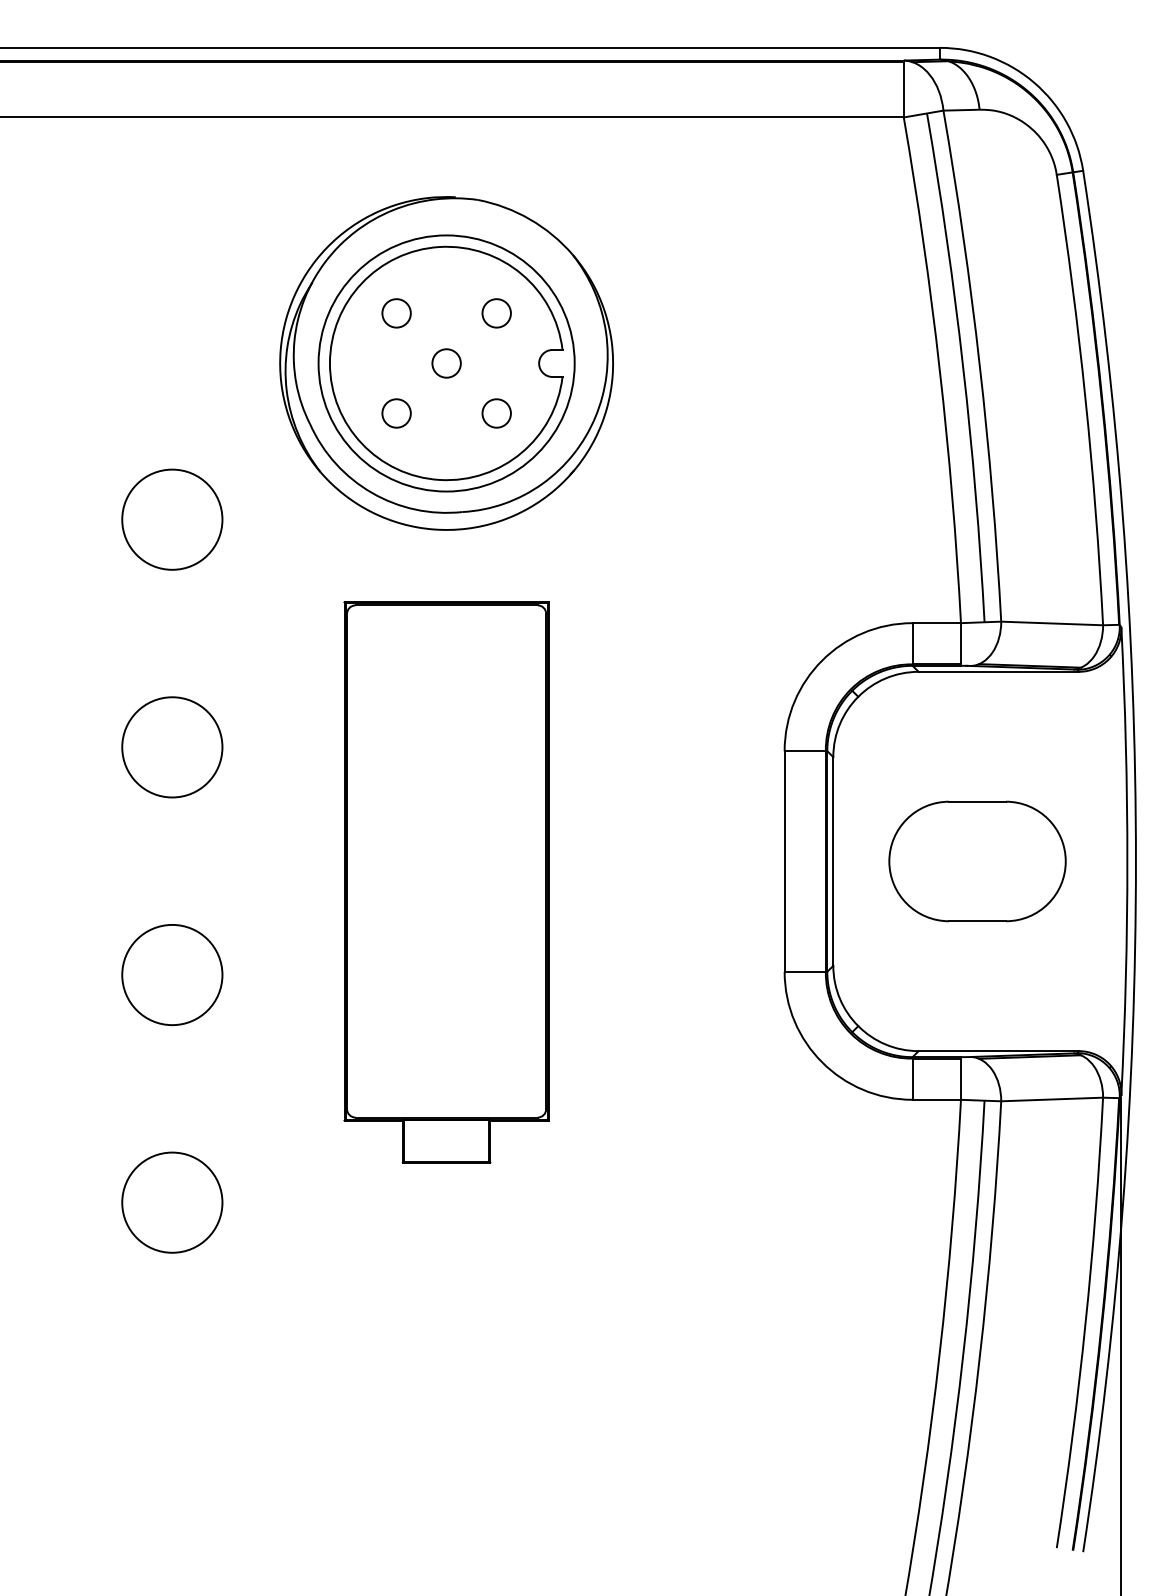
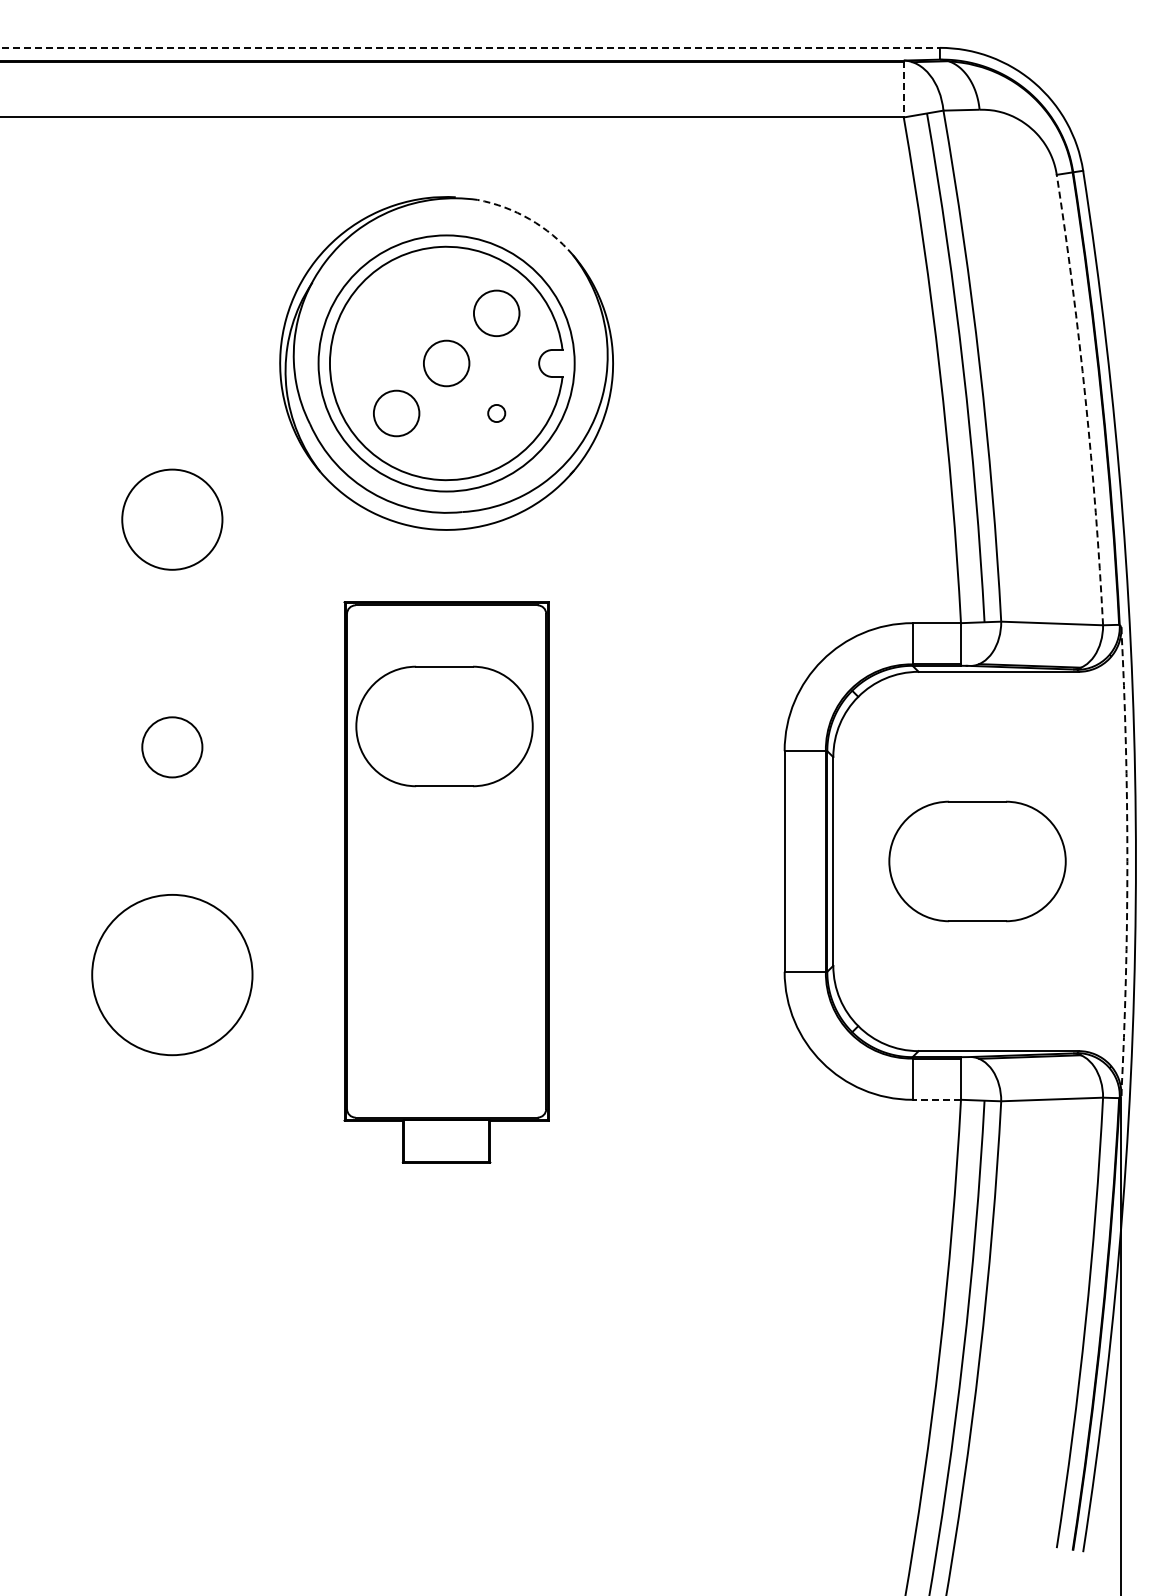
line at (469, 47): solid -> dashed
line at (903, 89): solid -> dashed
arc at (529, 219): solid -> dashed
circle at (396, 313): present -> none
circle at (496, 313) diameter: 28 px -> 46 px
circle at (446, 363) diameter: 28 px -> 46 px
arc at (1085, 399): solid -> dashed
circle at (396, 413) diameter: 28 px -> 46 px
circle at (496, 413) diameter: 28 px -> 17 px
part at (444, 726): none -> present
circle at (172, 747) diameter: 100 px -> 60 px
arc at (1127, 861): solid -> dashed
circle at (172, 974) diameter: 100 px -> 160 px
line at (936, 1099): solid -> dashed
circle at (172, 1202): present -> none
